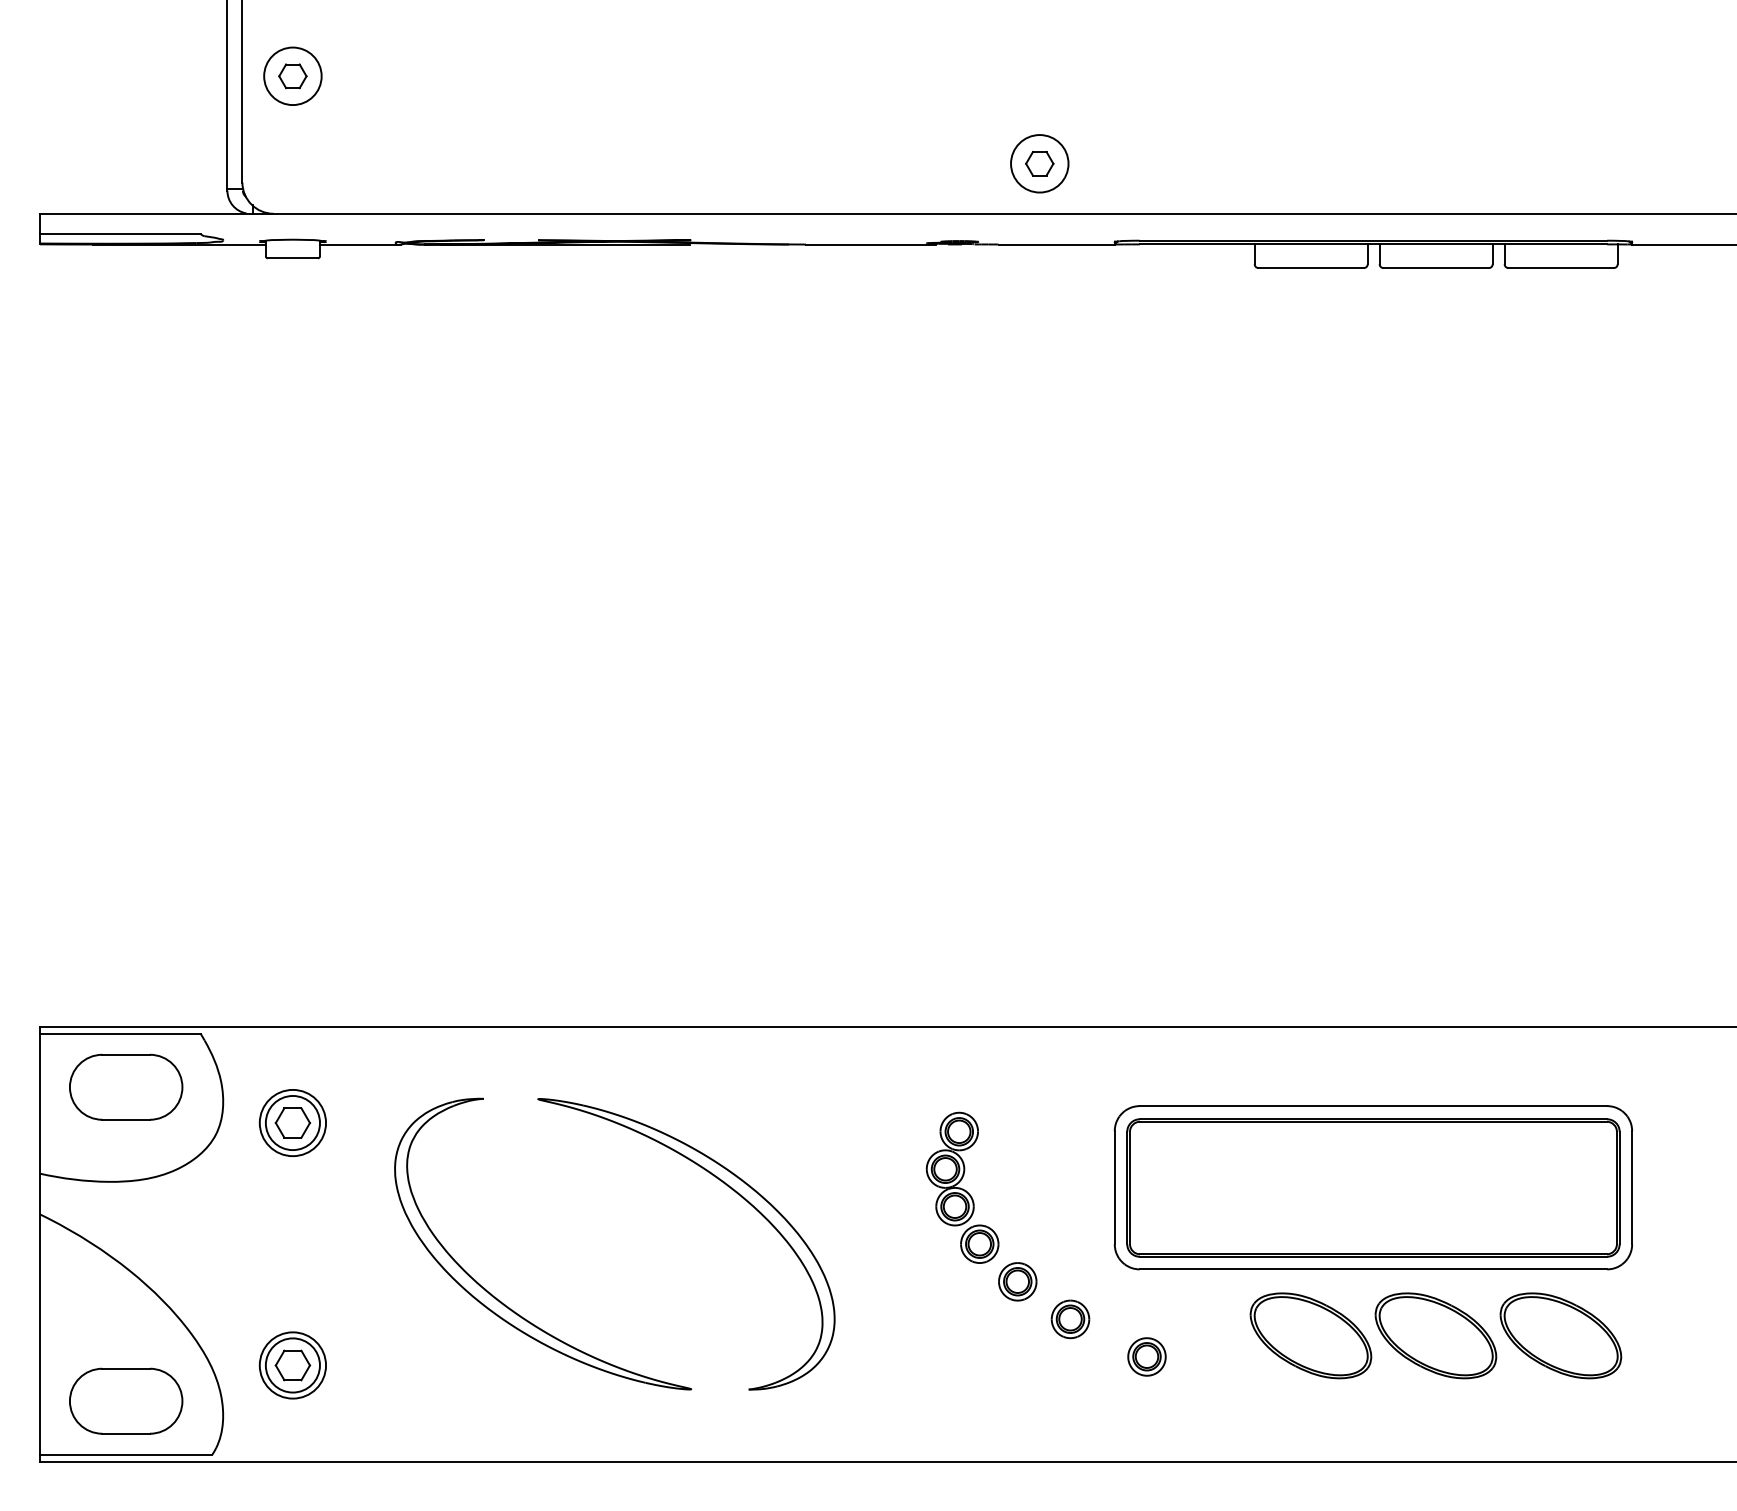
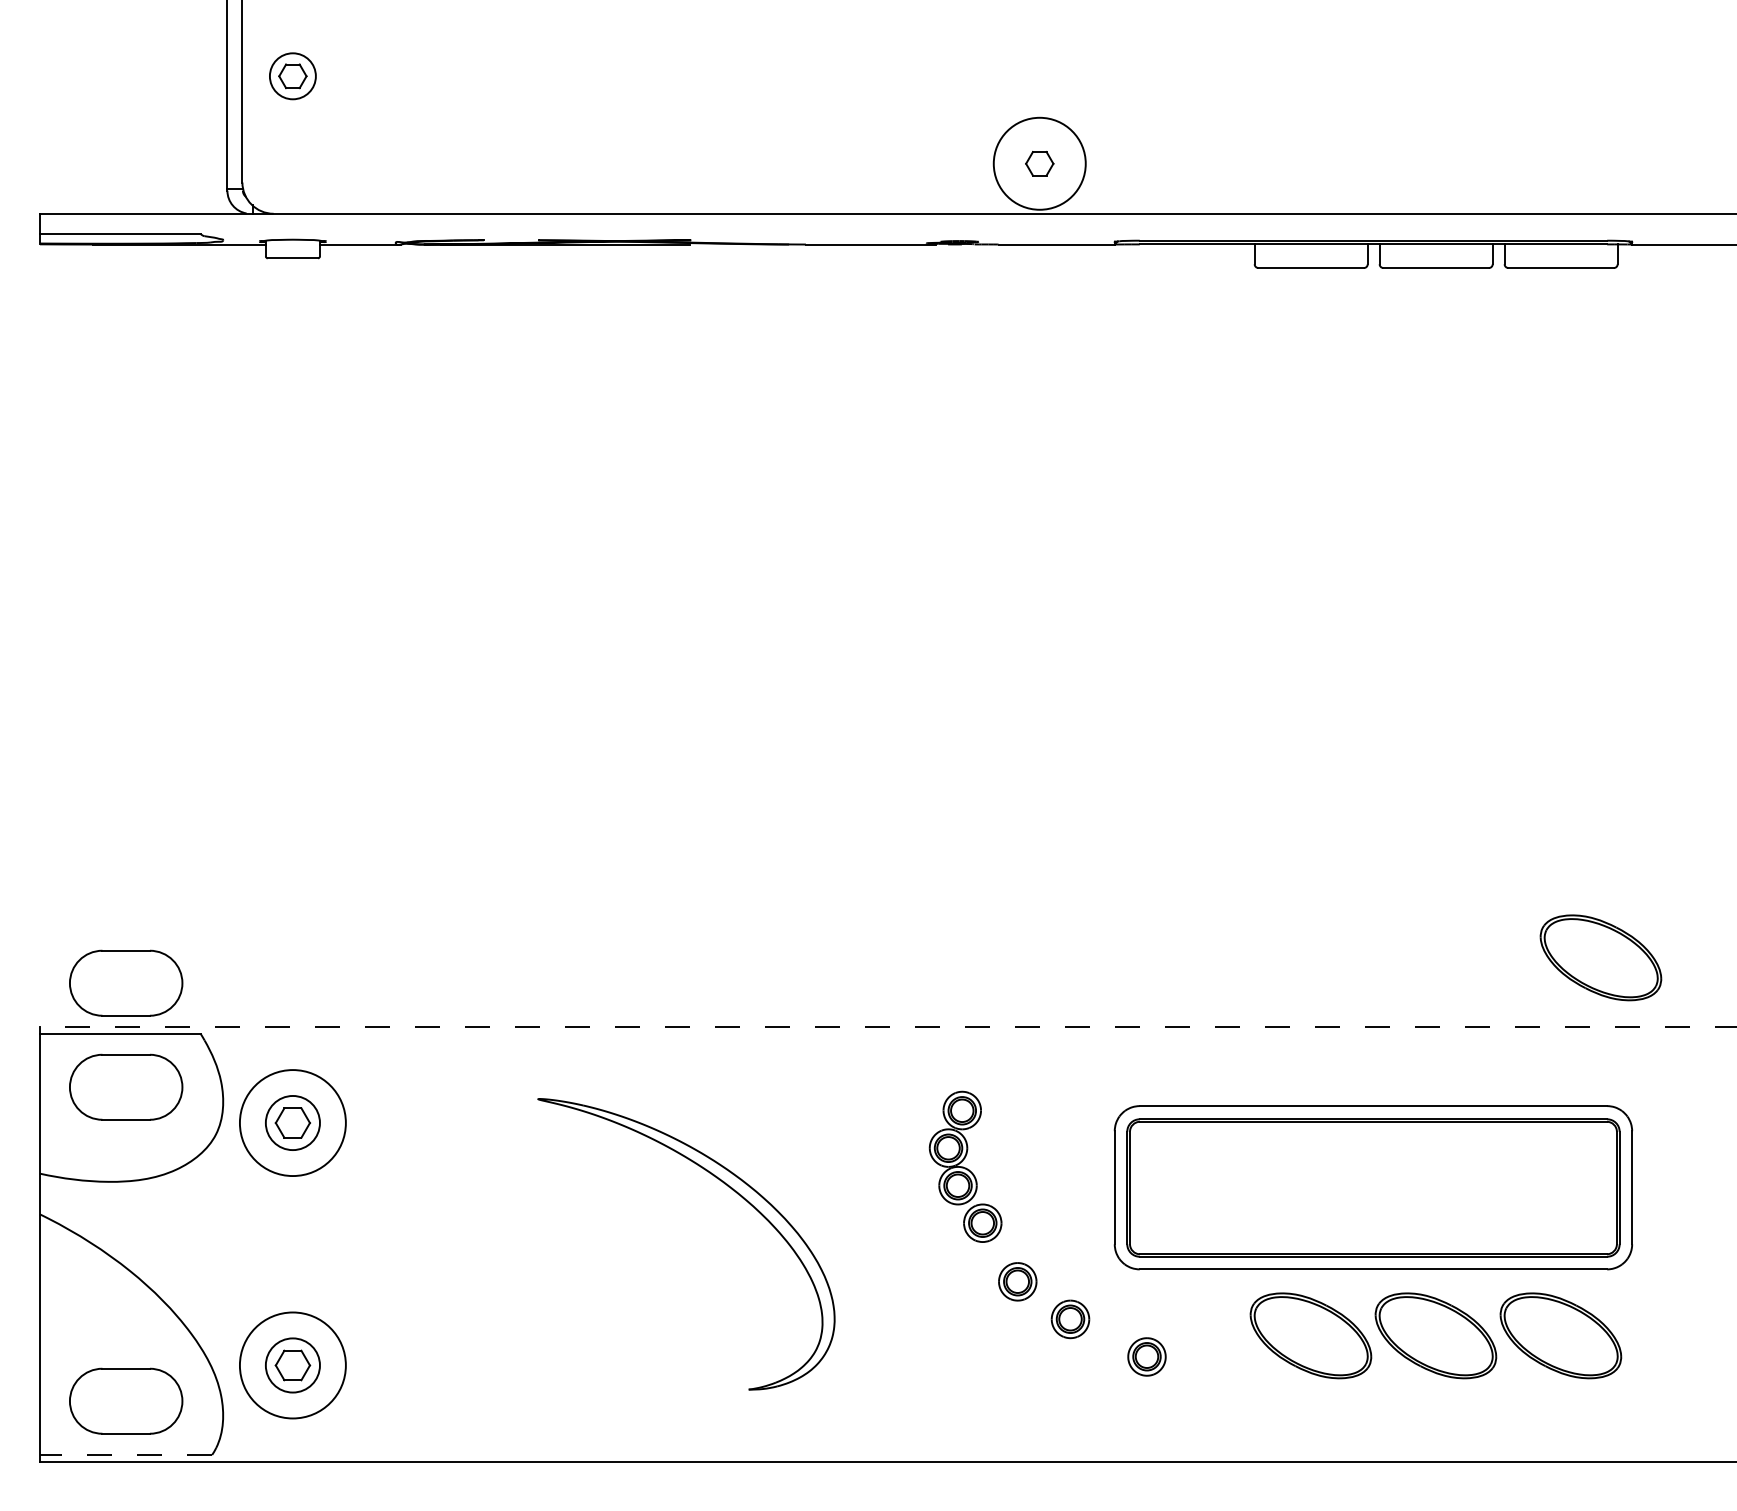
circle at (292, 76) diameter: 57 px -> 46 px
circle at (1039, 163) diameter: 57 px -> 92 px
part at (1600, 957): none -> present
part at (126, 982): none -> present
line at (887, 1026): solid -> dashed
circle at (292, 1122) diameter: 66 px -> 106 px
part at (962, 1187) position: (962, 1187) -> (965, 1166)
part at (500, 1300): present -> none
circle at (292, 1365) diameter: 66 px -> 106 px
line at (125, 1454): solid -> dashed
